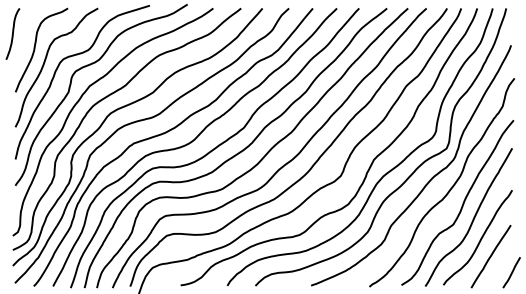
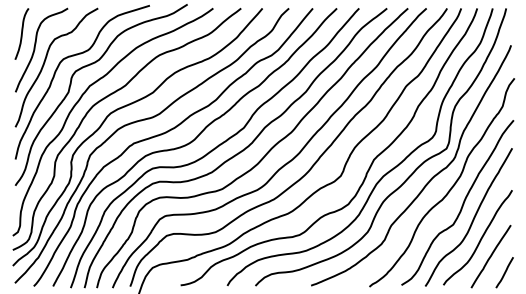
curve at (12, 33) position: (12, 33) -> (21, 33)
line at (511, 272) position: (511, 272) -> (504, 272)
